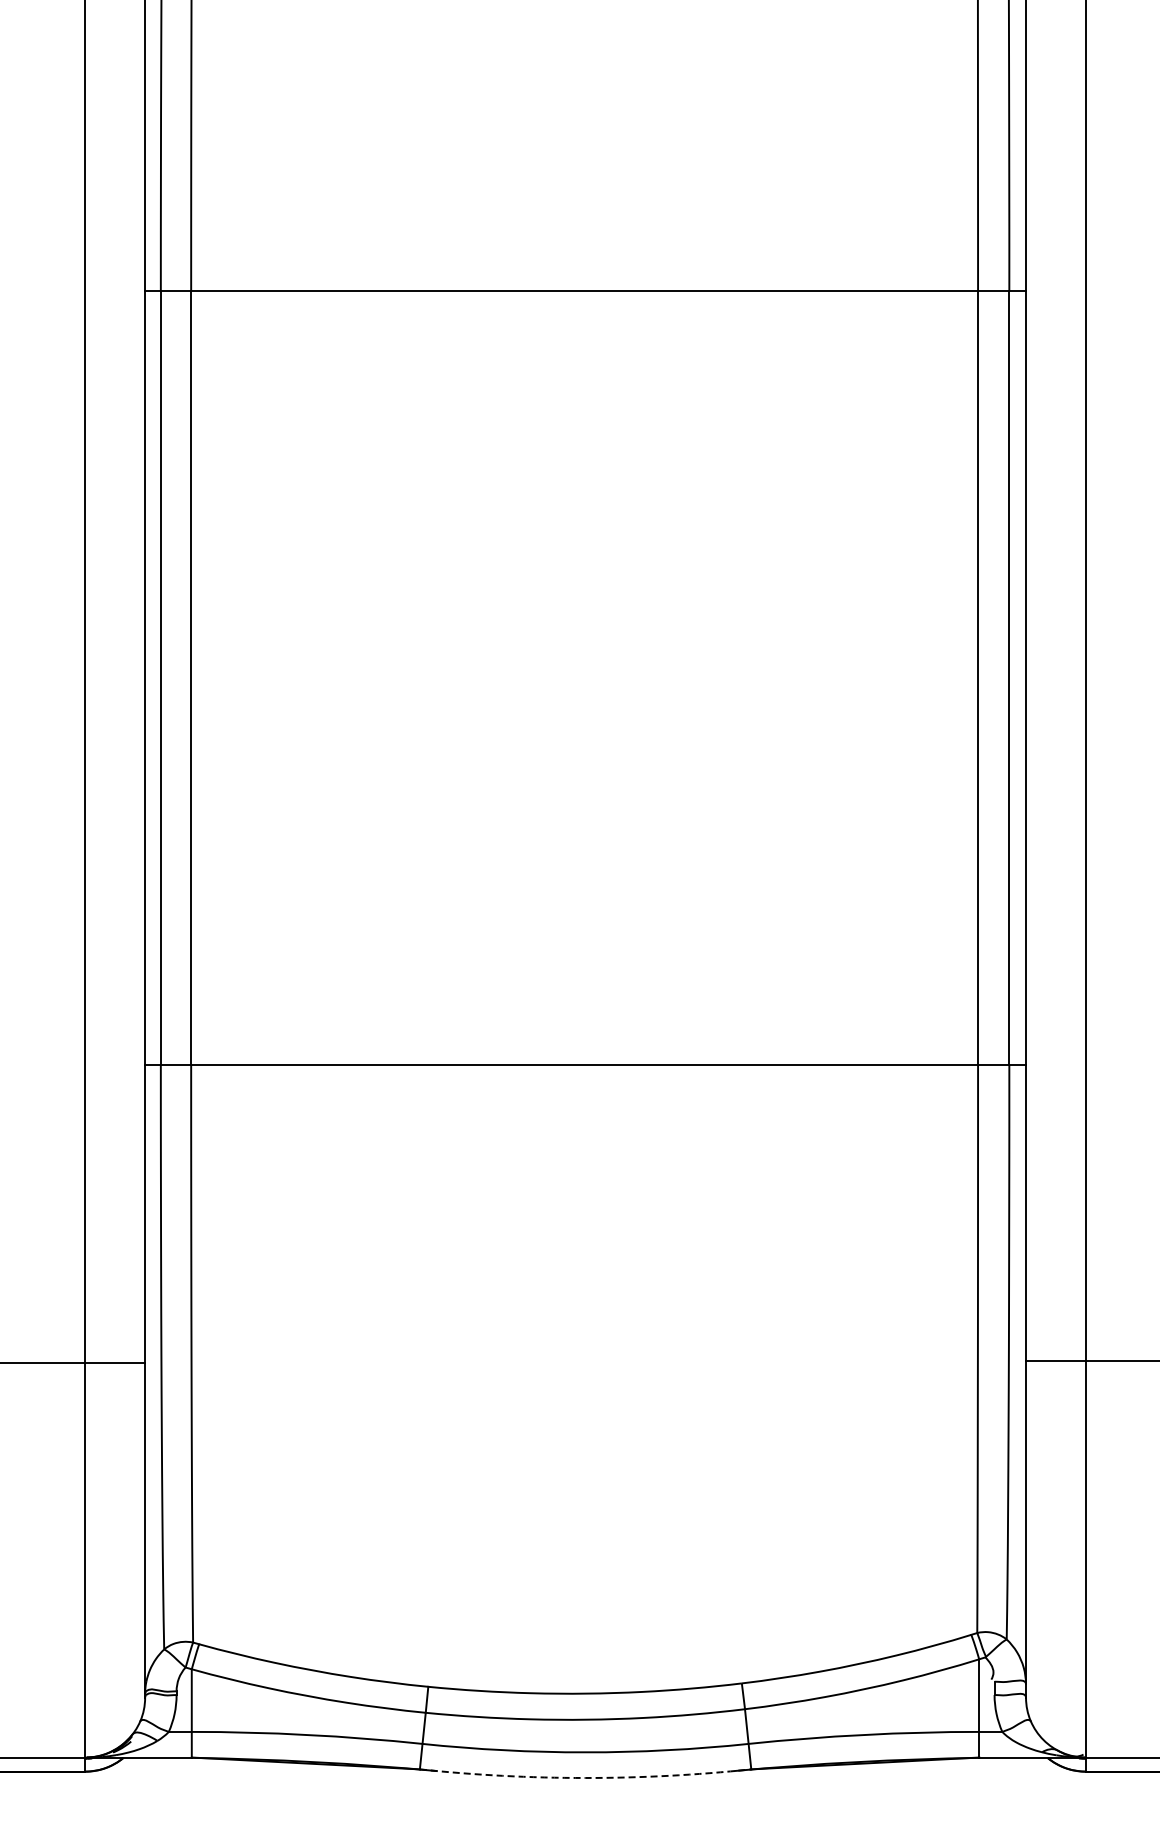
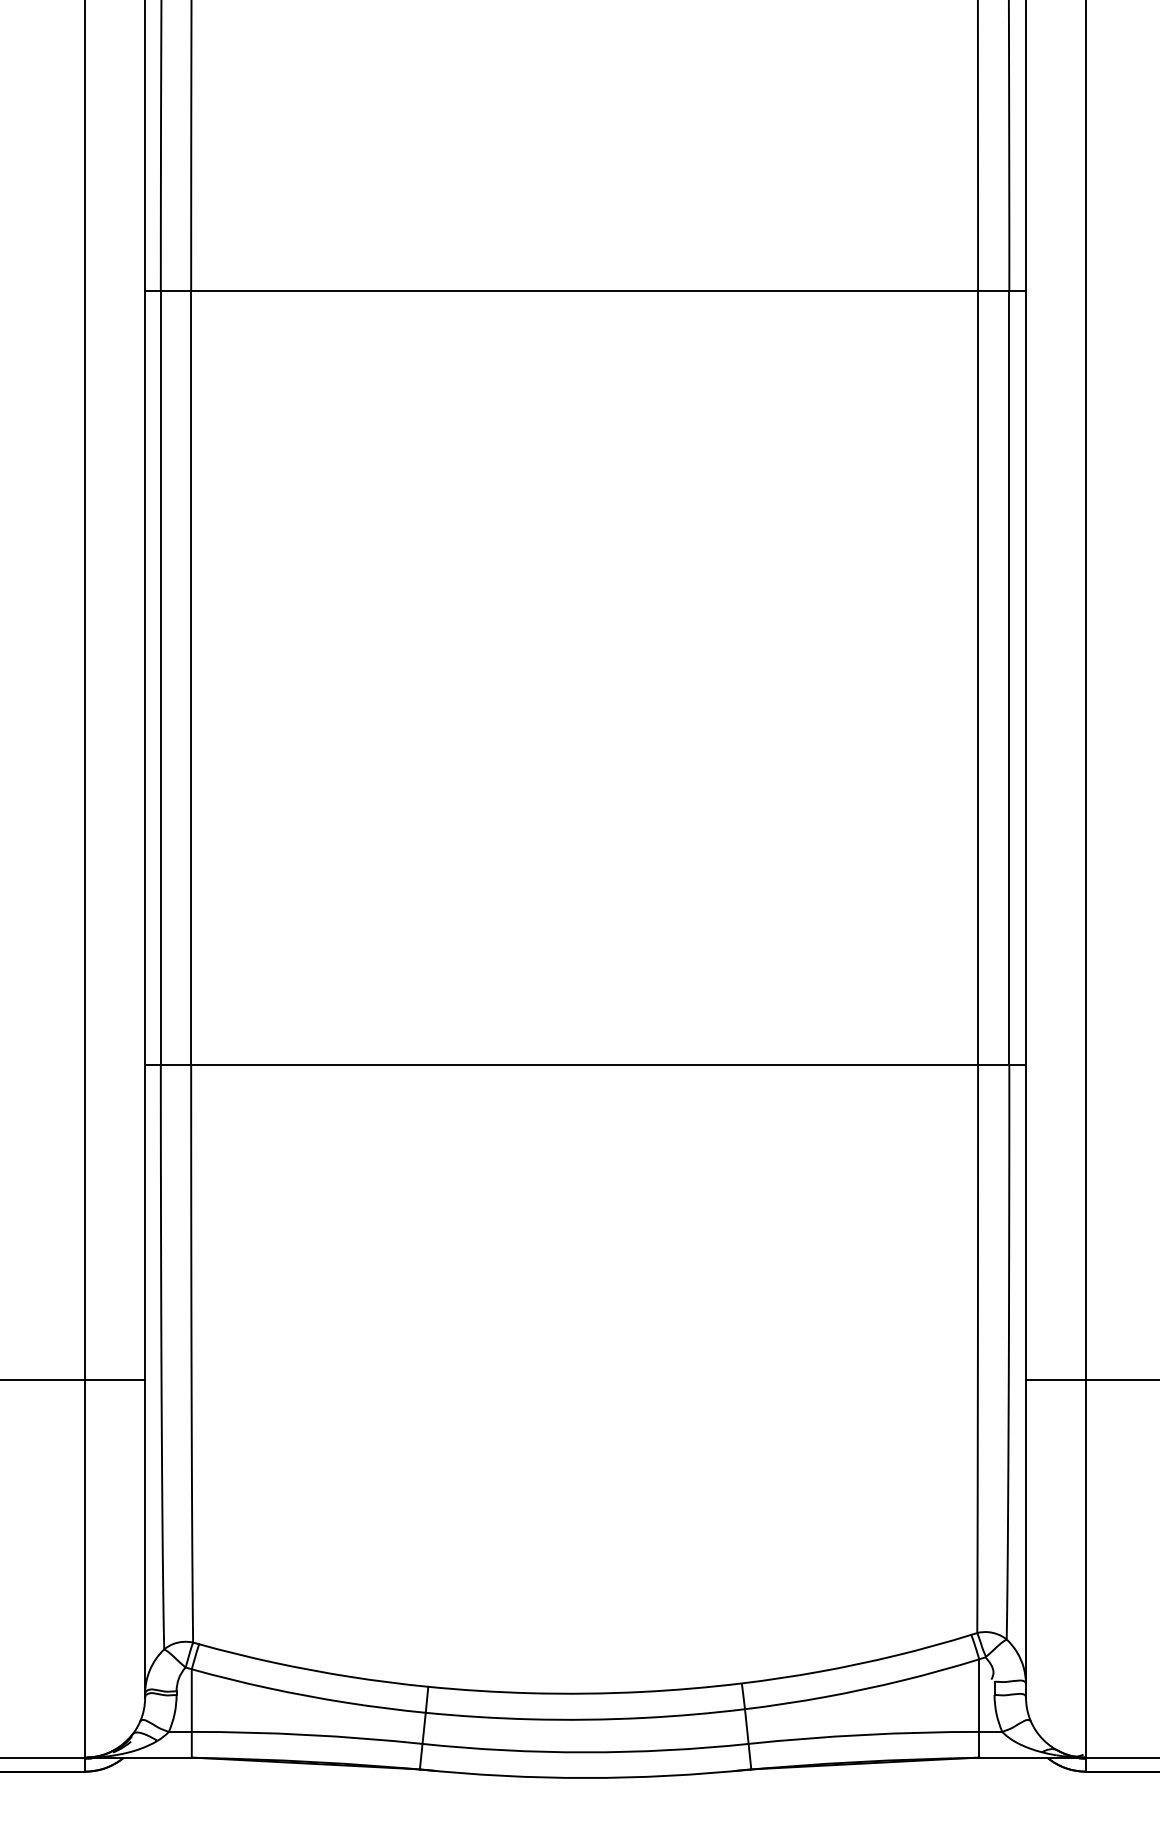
line at (1091, 1361) position: (1091, 1361) -> (1091, 1380)
line at (73, 1363) position: (73, 1363) -> (73, 1380)
arc at (585, 1777): dashed -> solid
